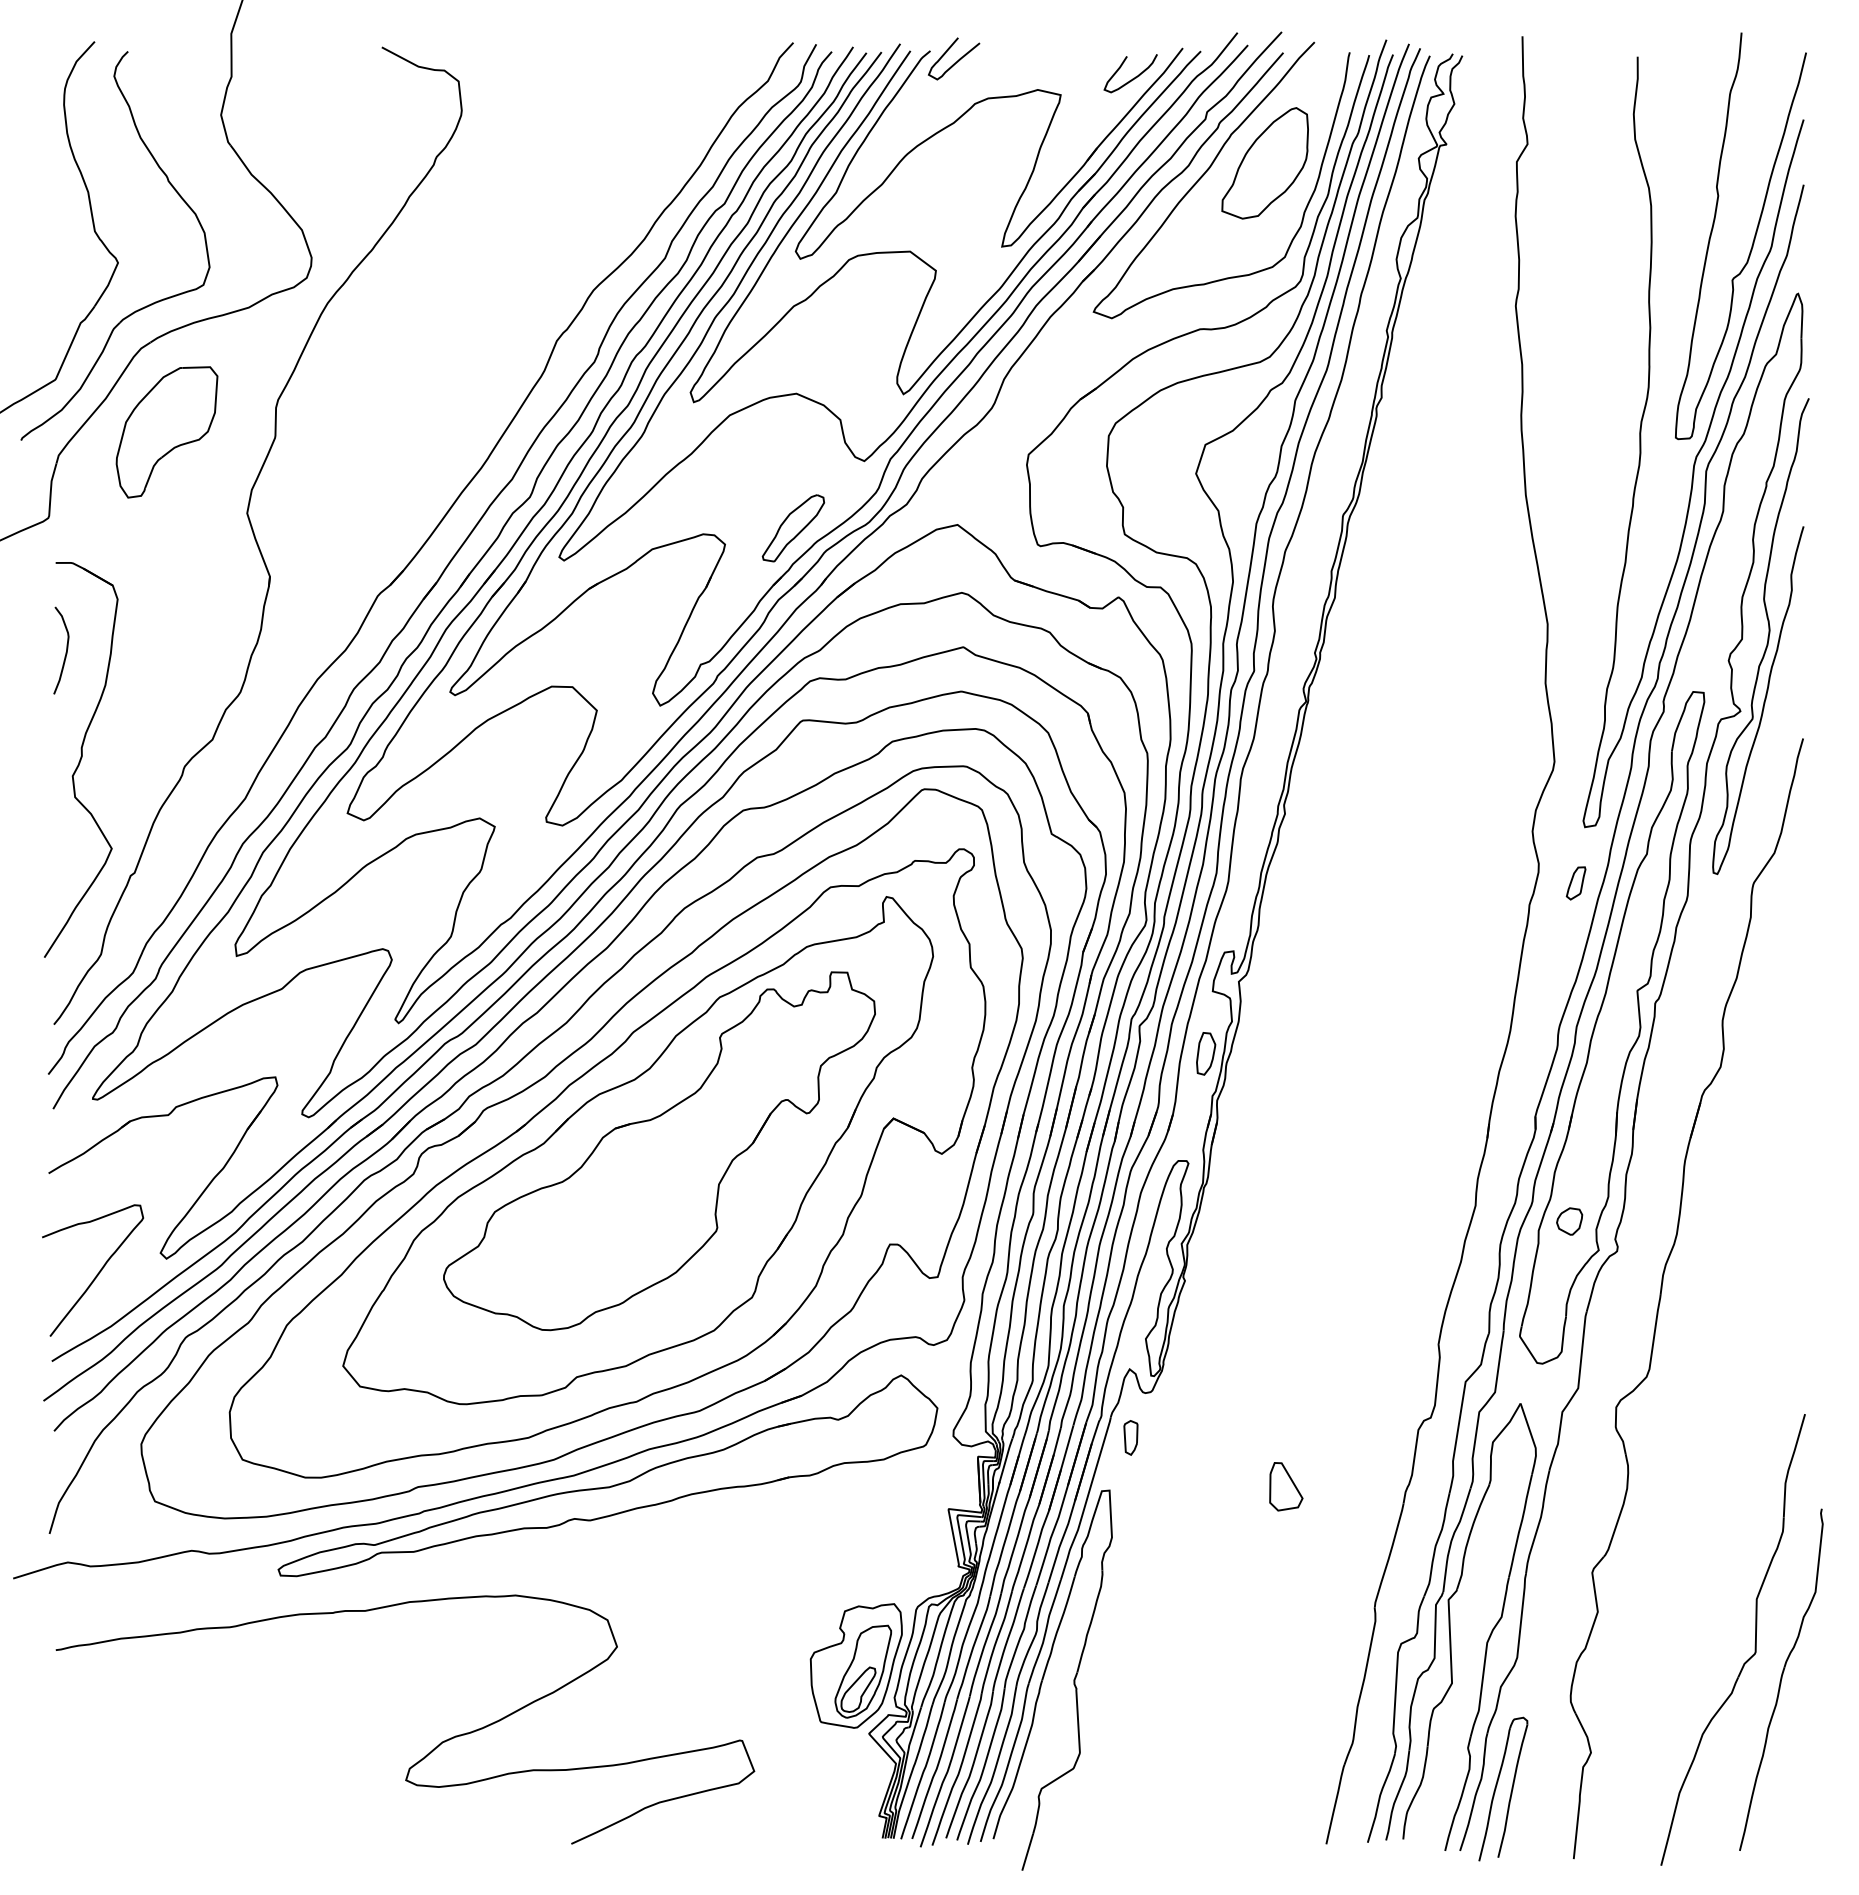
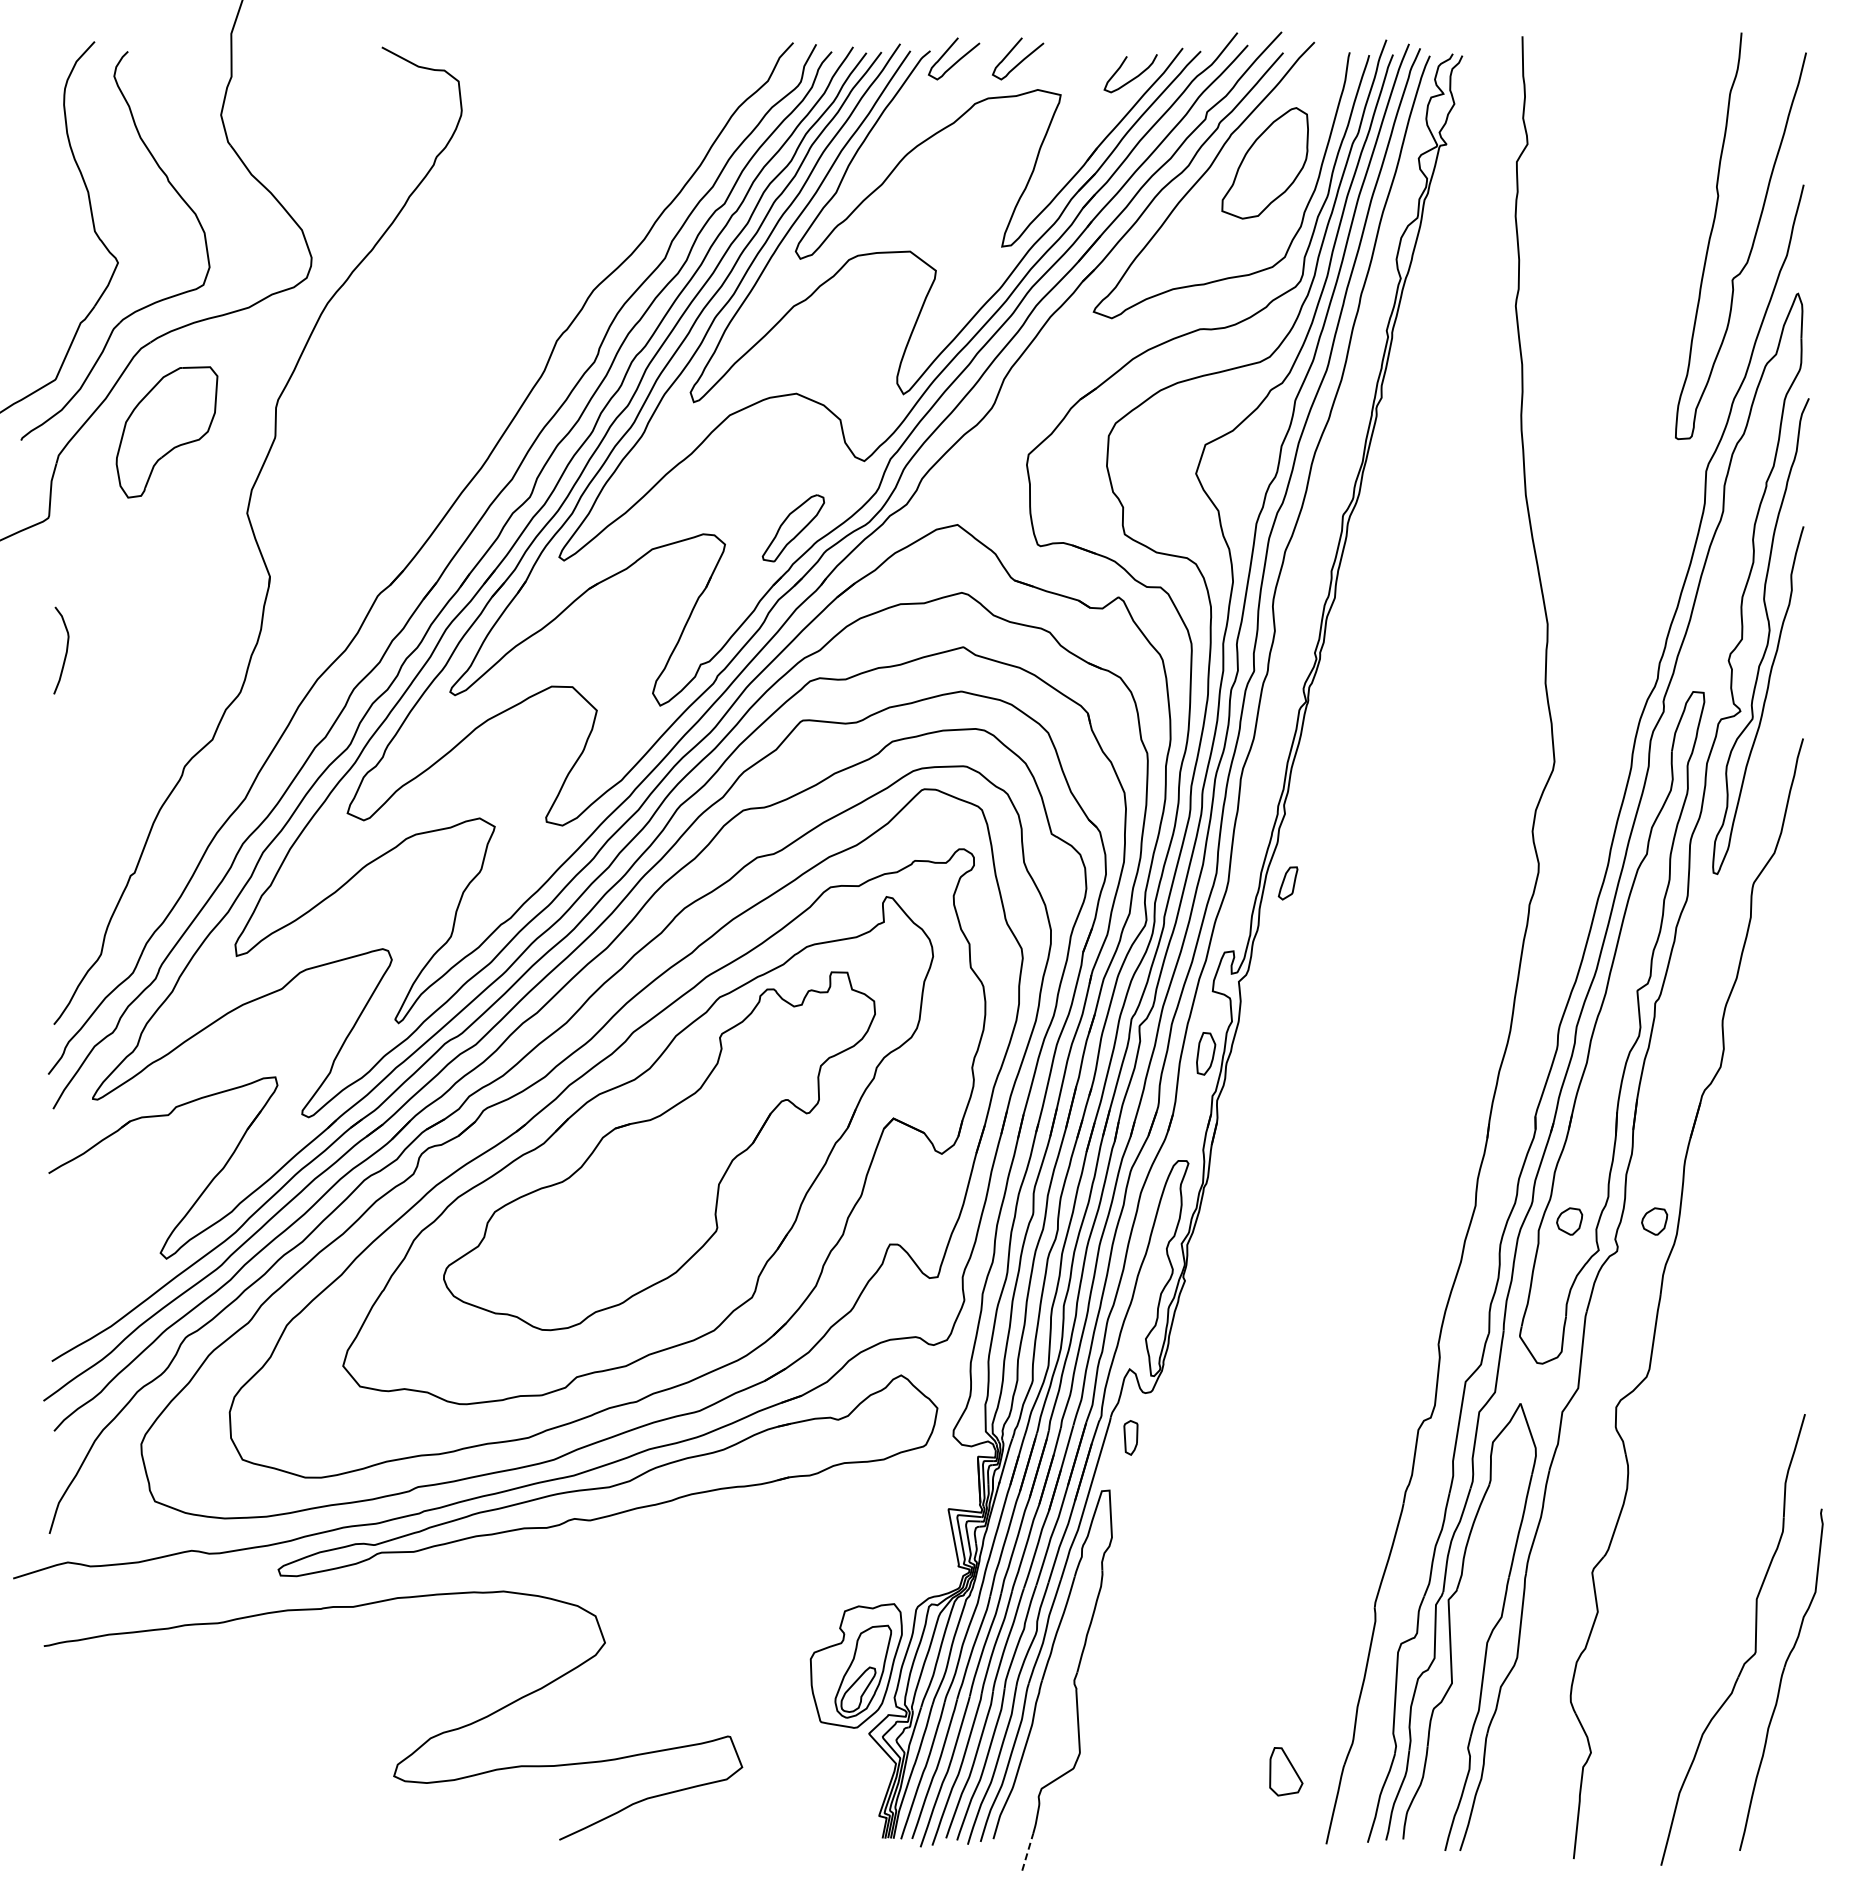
curve at (1021, 60): none -> present
curve at (1700, 447): present -> none
part at (81, 759): present -> none
part at (1575, 883) position: (1575, 883) -> (1287, 883)
part at (1654, 1221): none -> present
curve at (97, 1273): present -> none
part at (1286, 1486) position: (1286, 1486) -> (1286, 1771)
curve at (433, 1748) position: (433, 1748) -> (421, 1744)
part at (1497, 1785): present -> none
line at (1028, 1850): solid -> dashed
